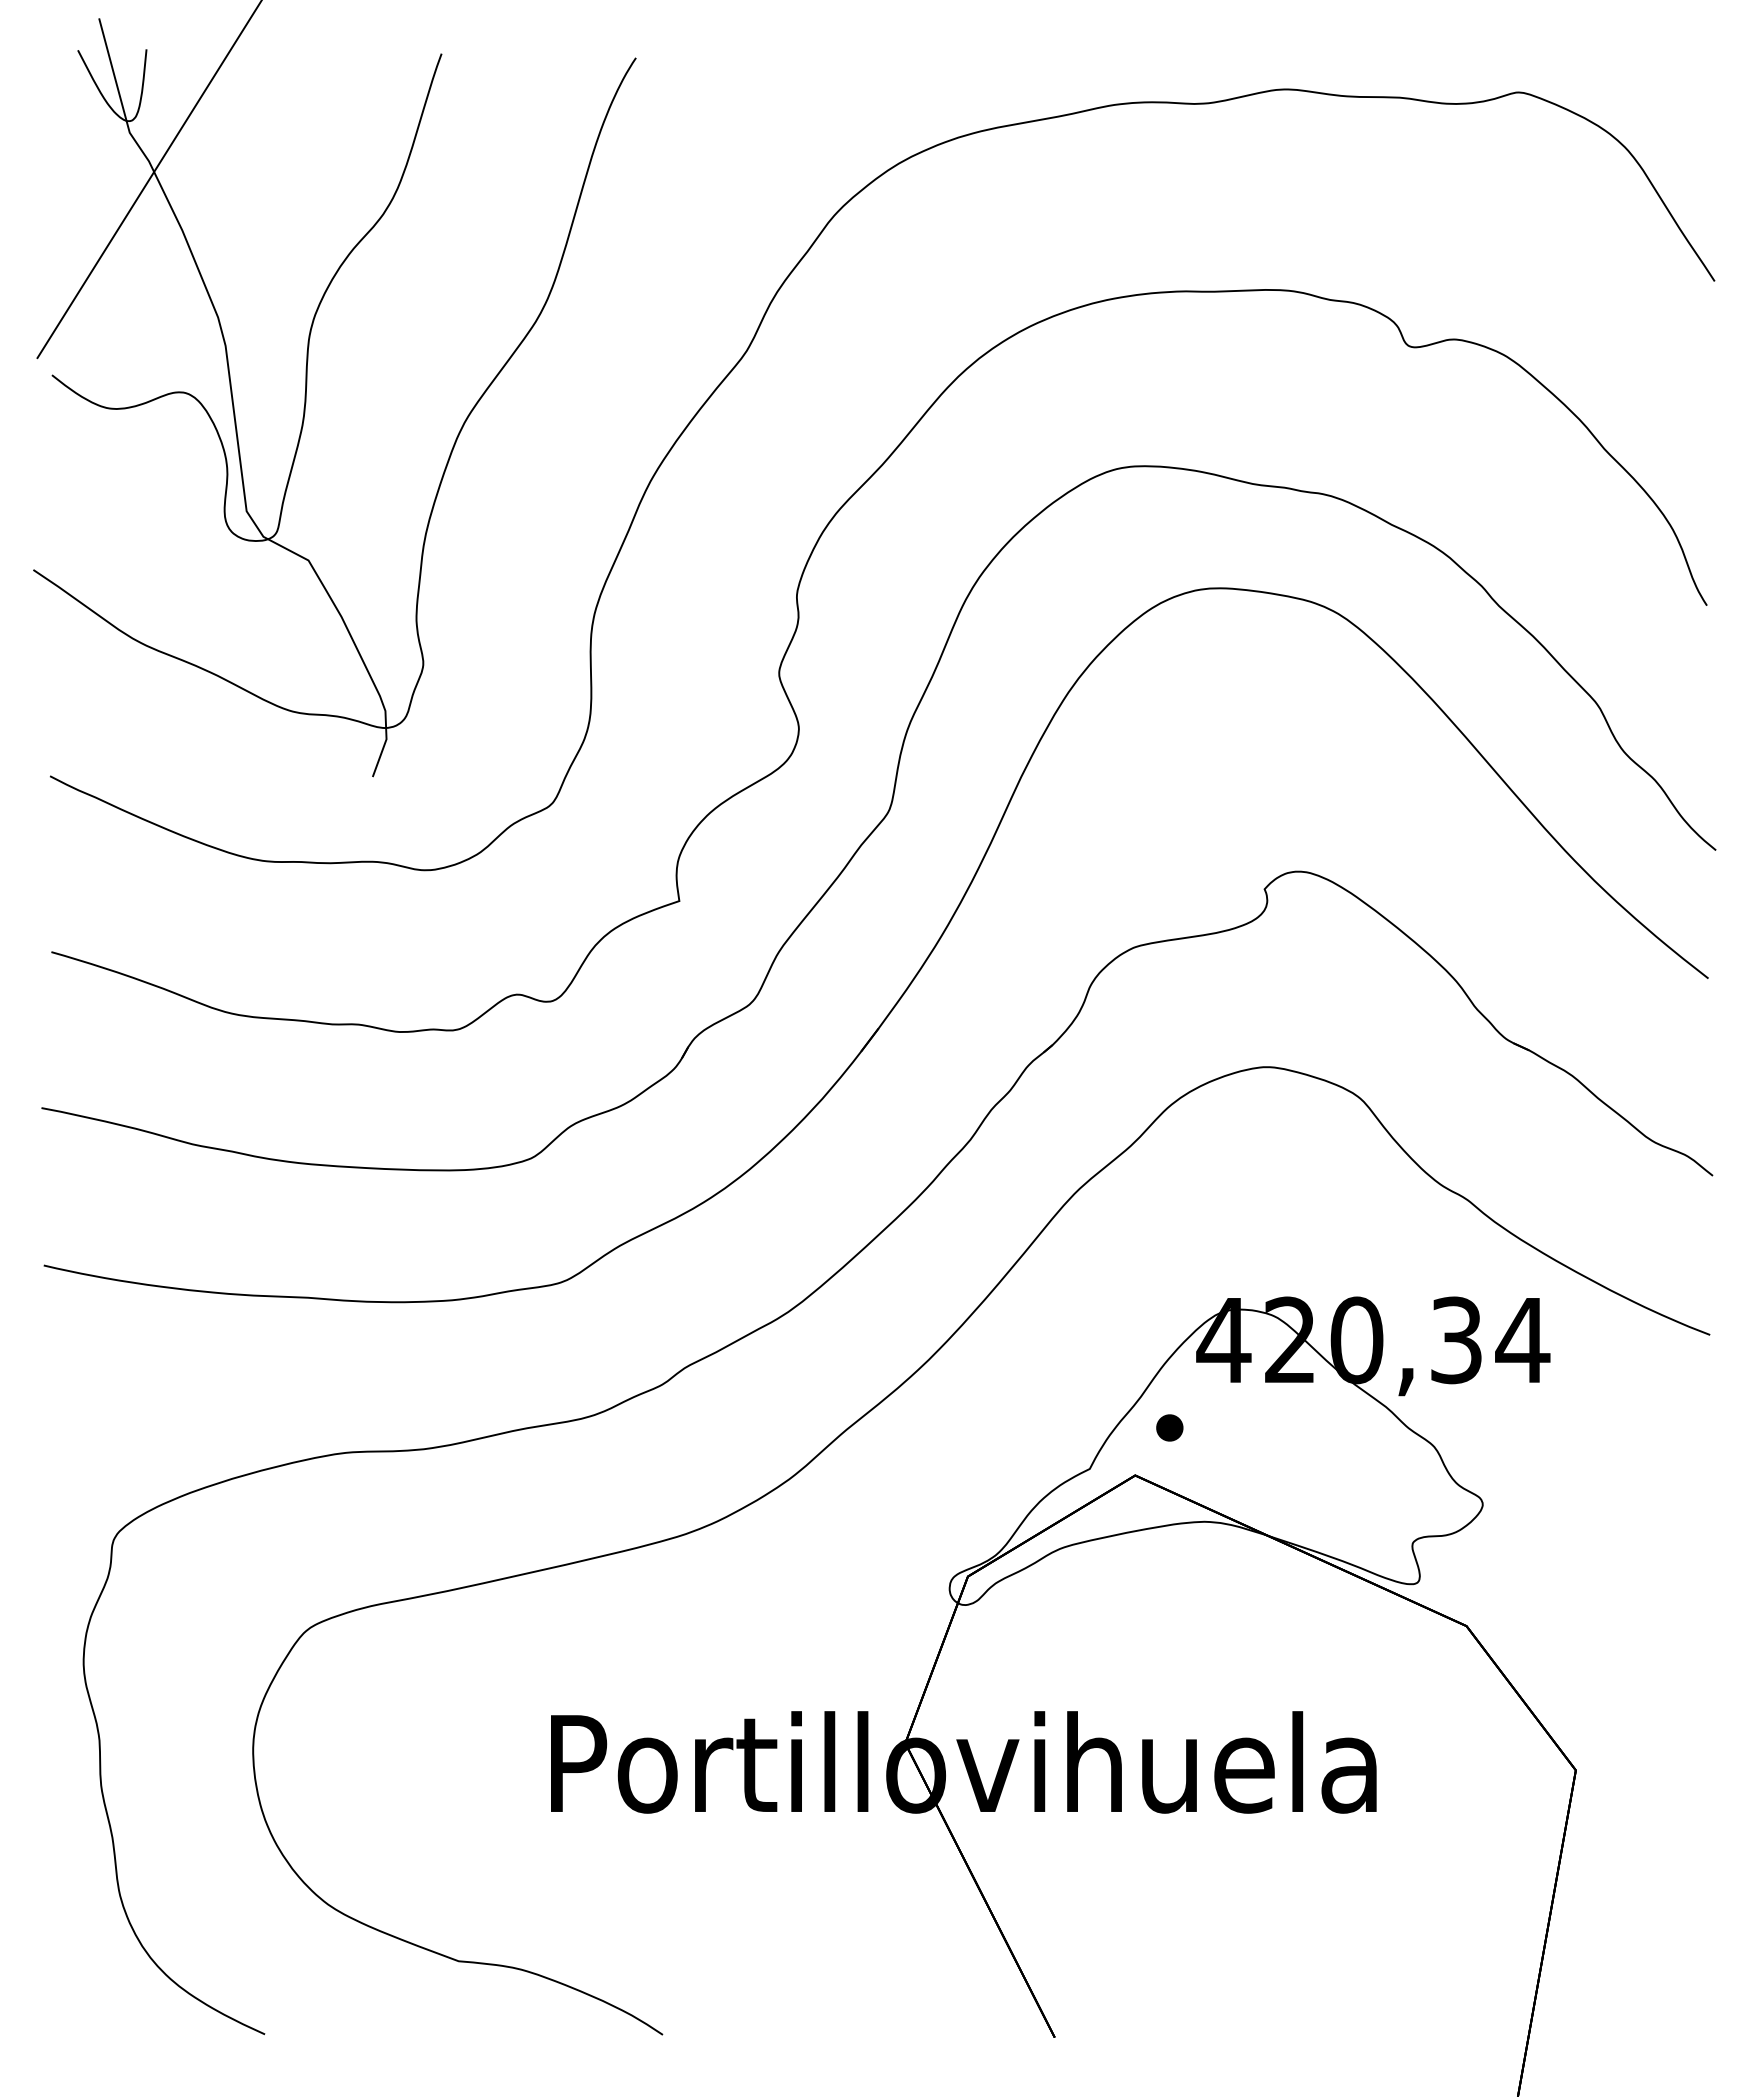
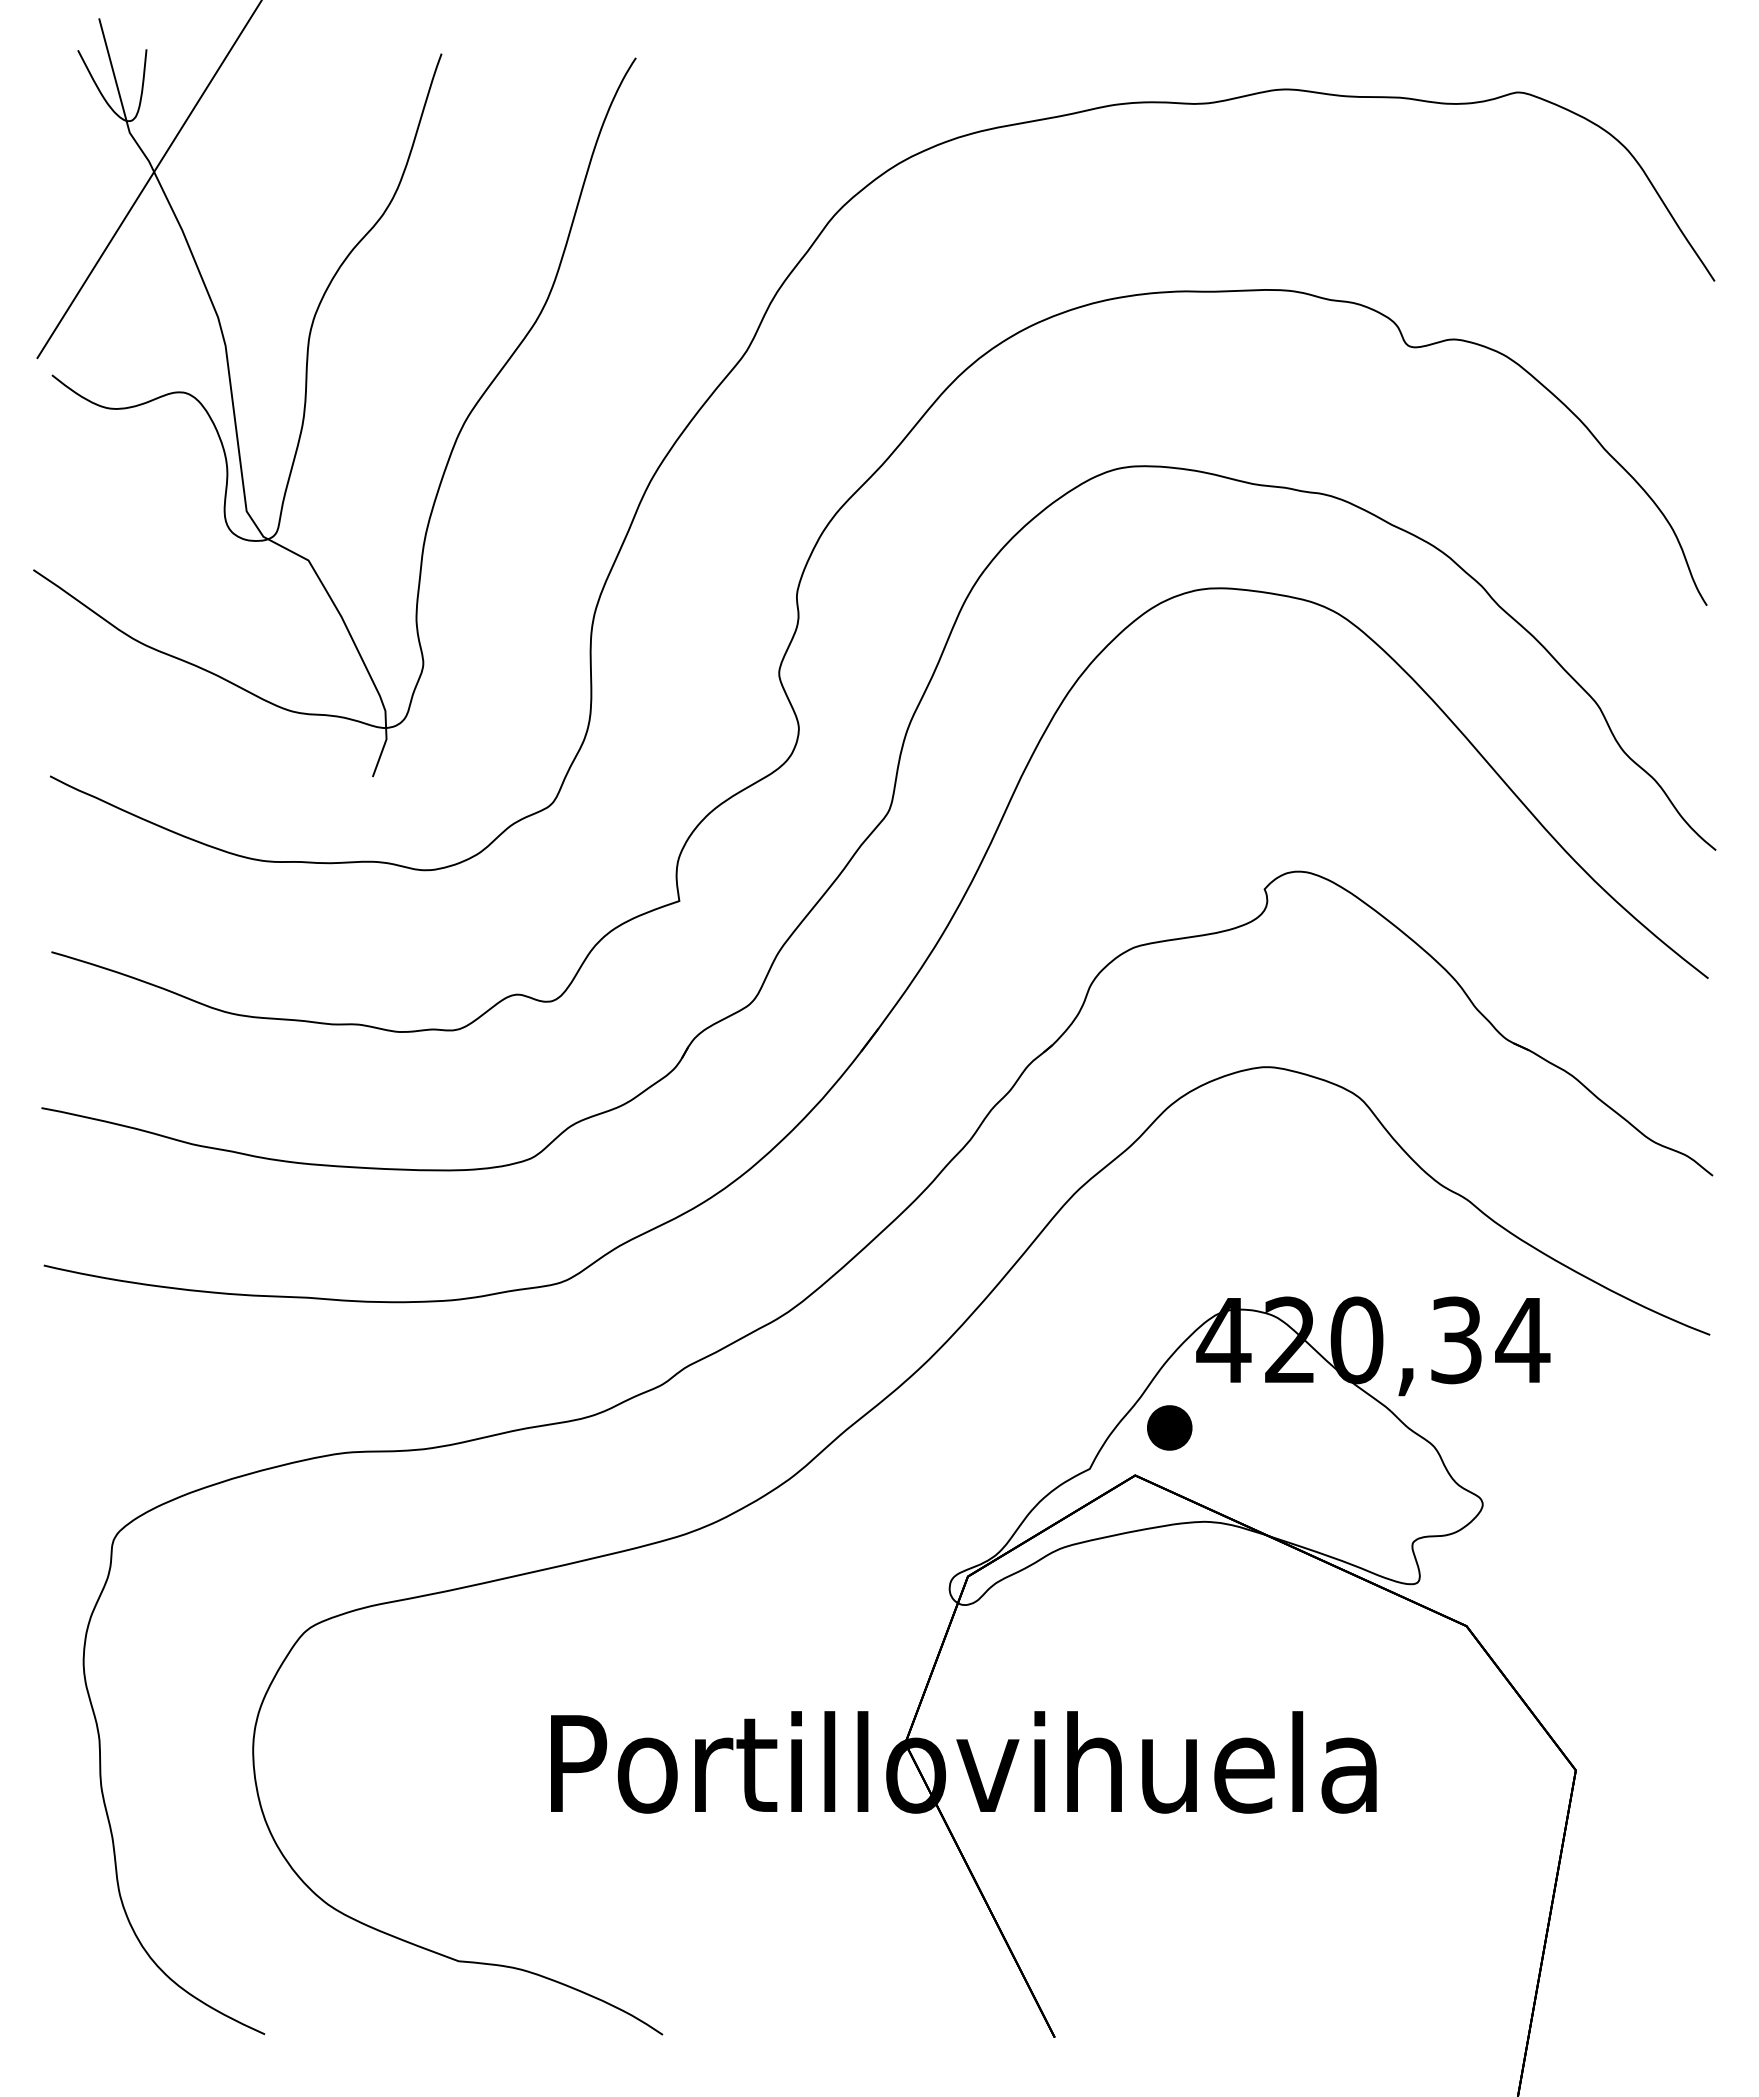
part at (1169, 1427) size: 28x28 px -> 46x46 px
